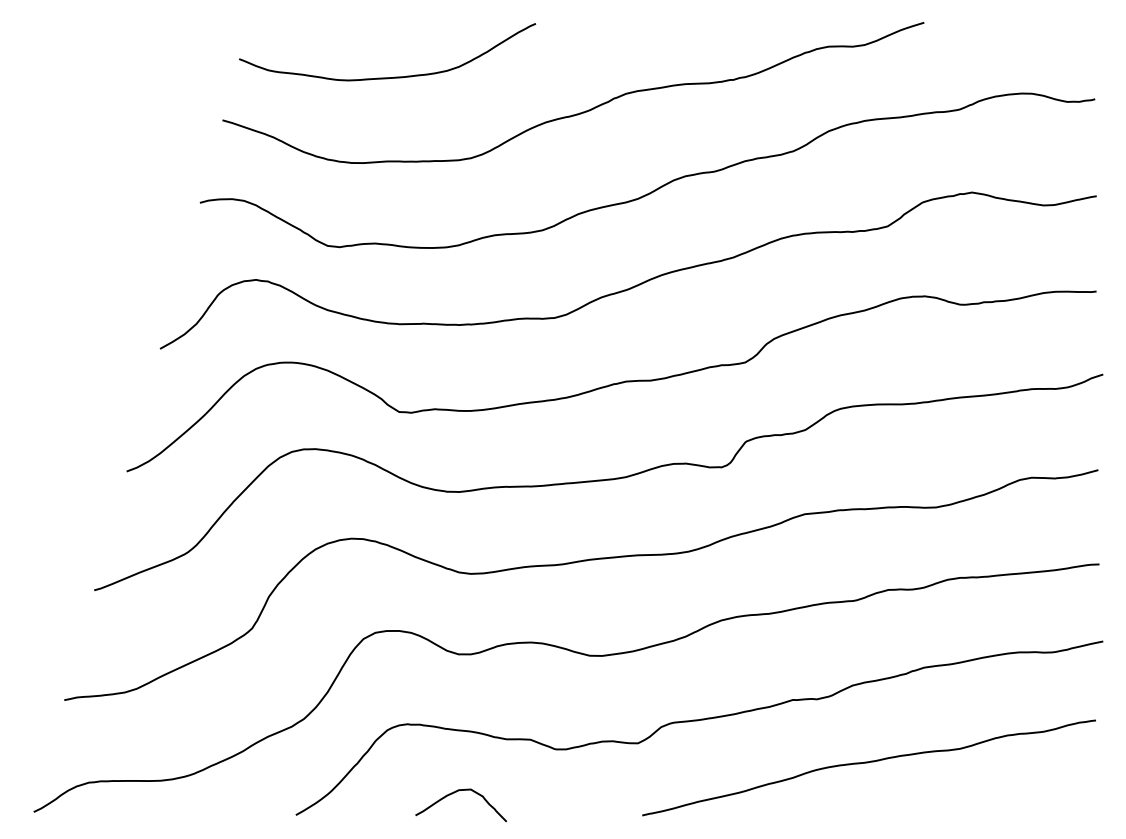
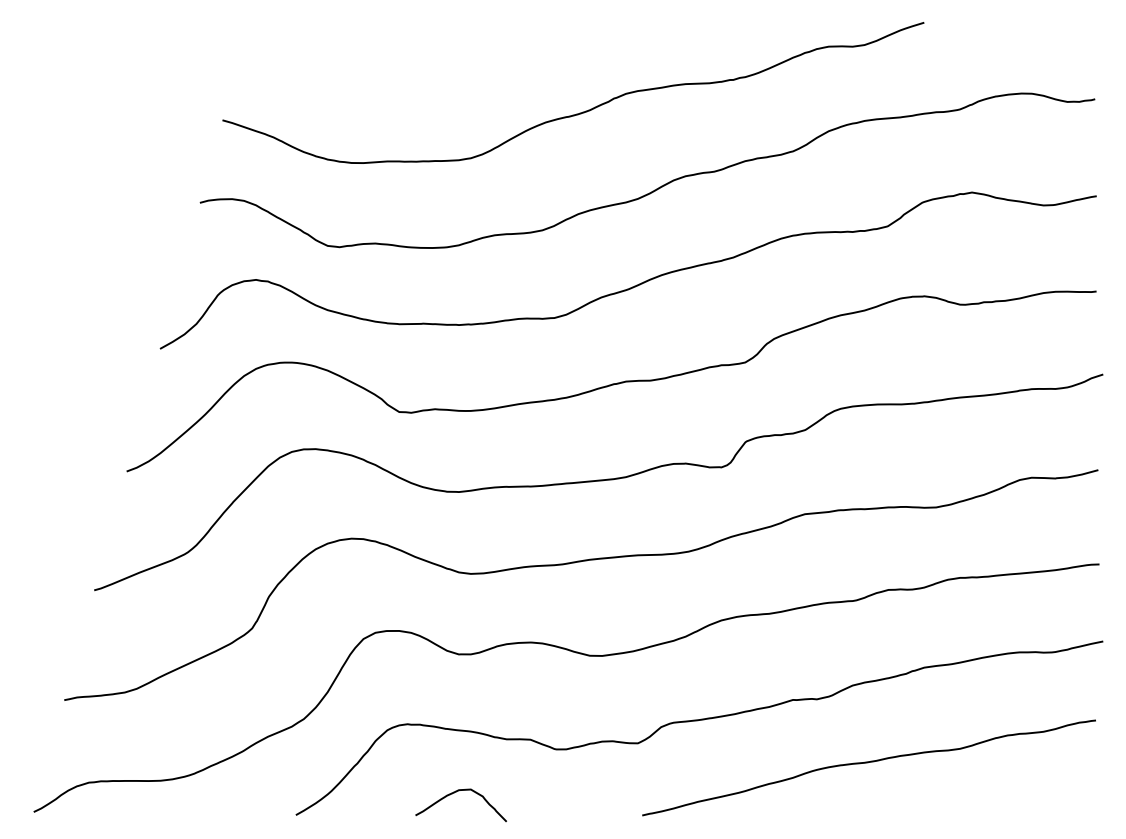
curve at (394, 76): present -> none
